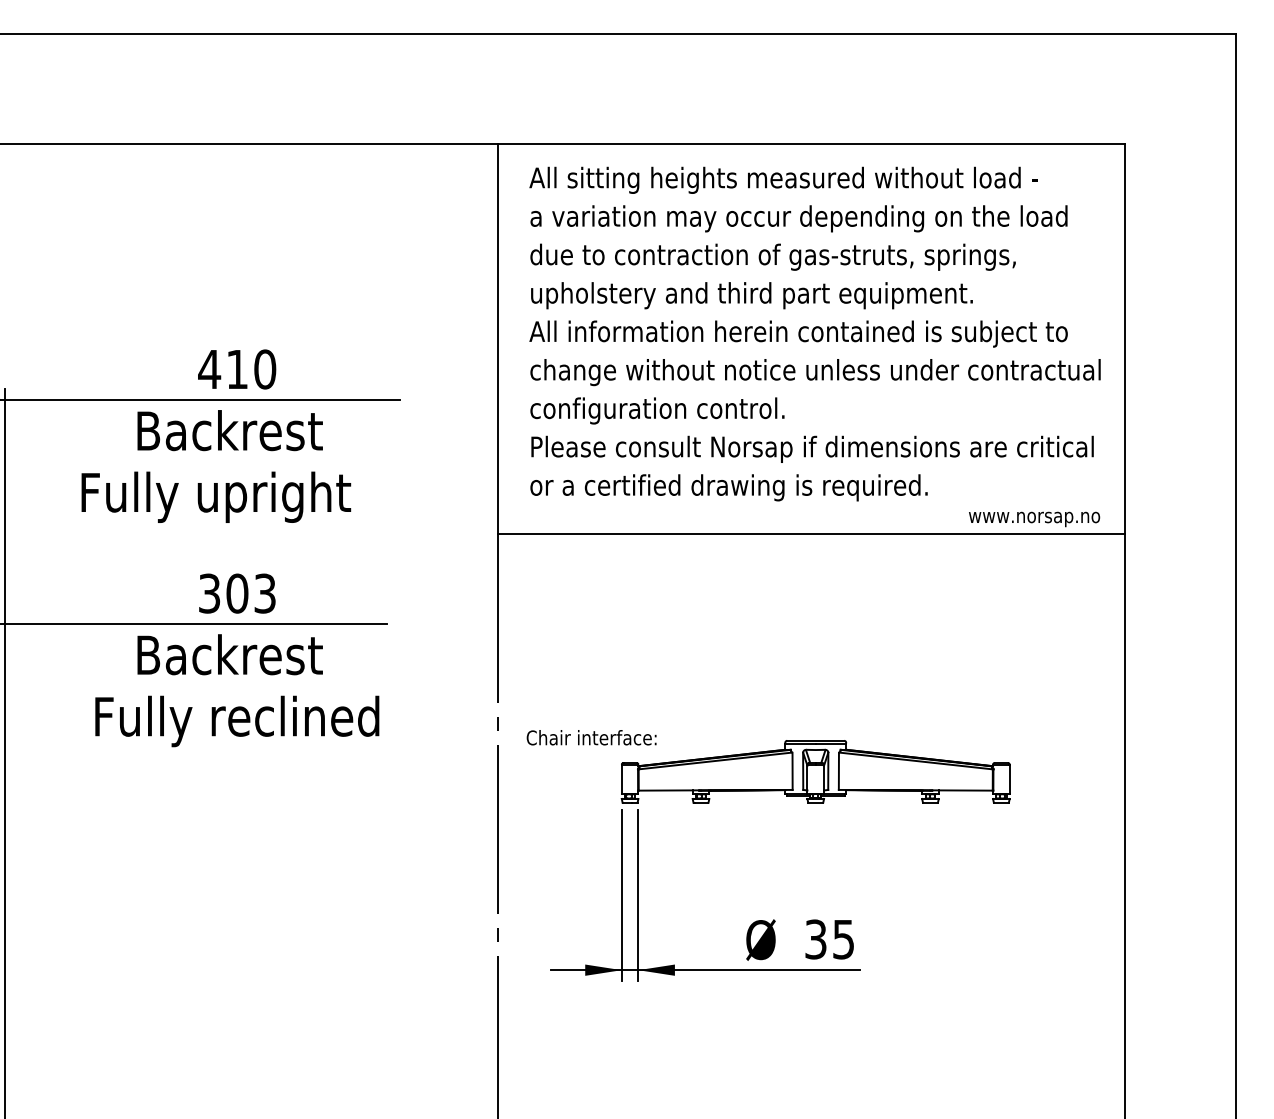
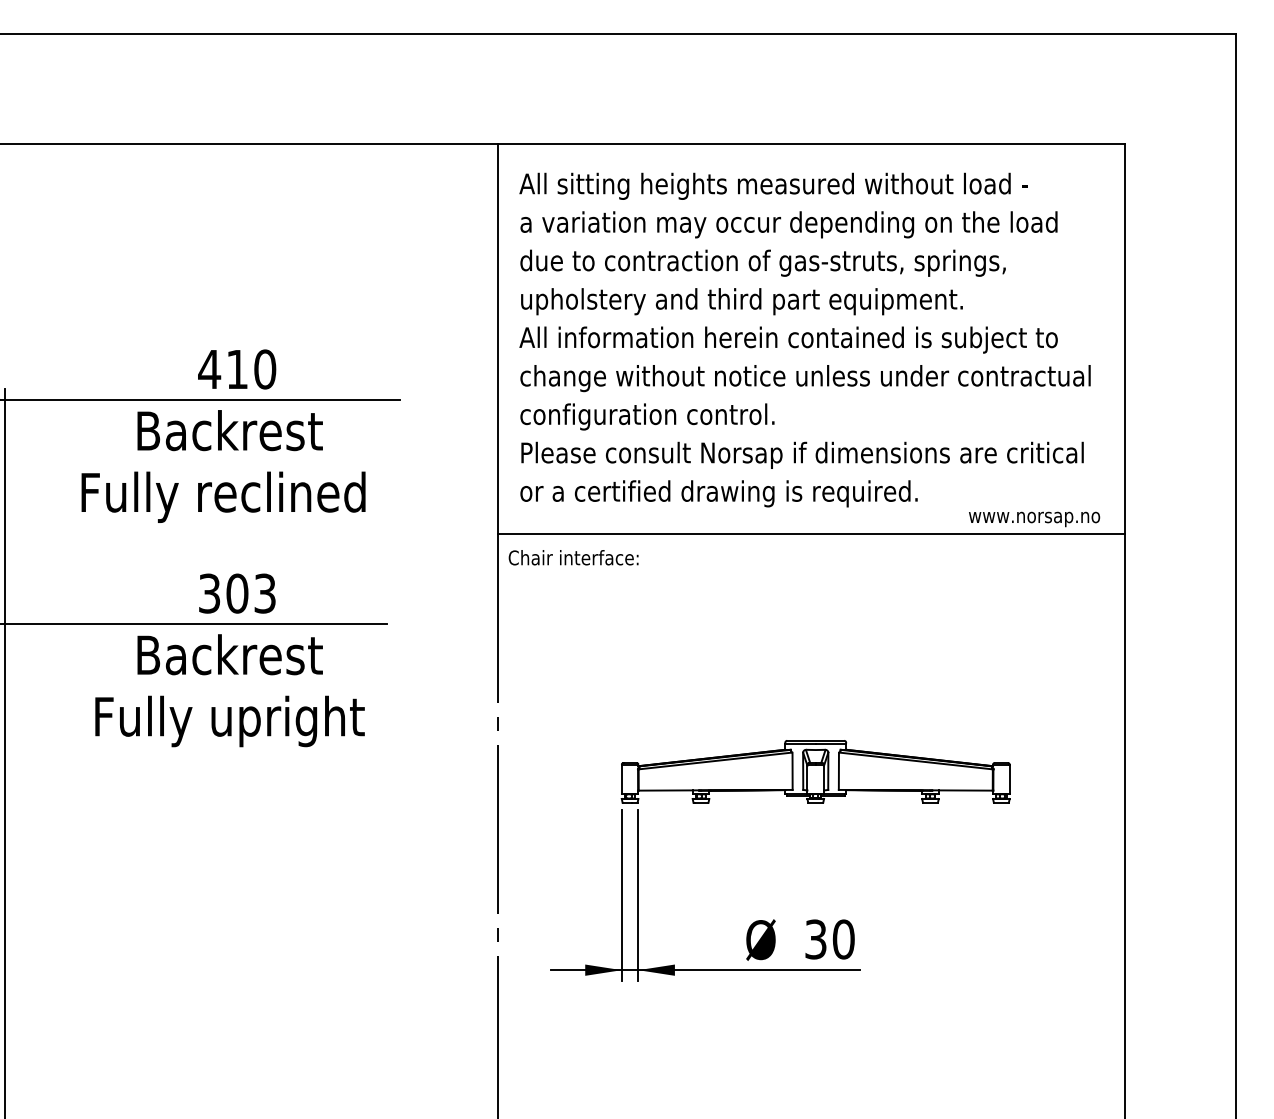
text at (814, 333) position: (814, 333) -> (804, 339)
text at (281, 496): Fully upright -> Fully reclined
text at (295, 721): Fully reclined -> Fully upright
text at (591, 737) position: (591, 737) -> (573, 557)
text at (843, 939): 35 -> 30
